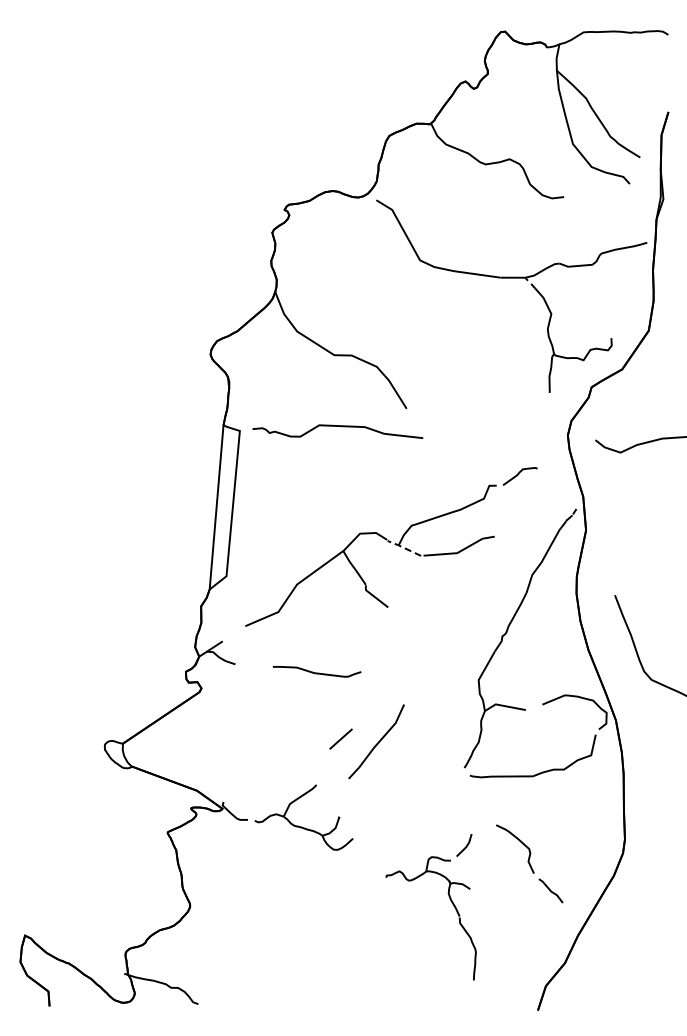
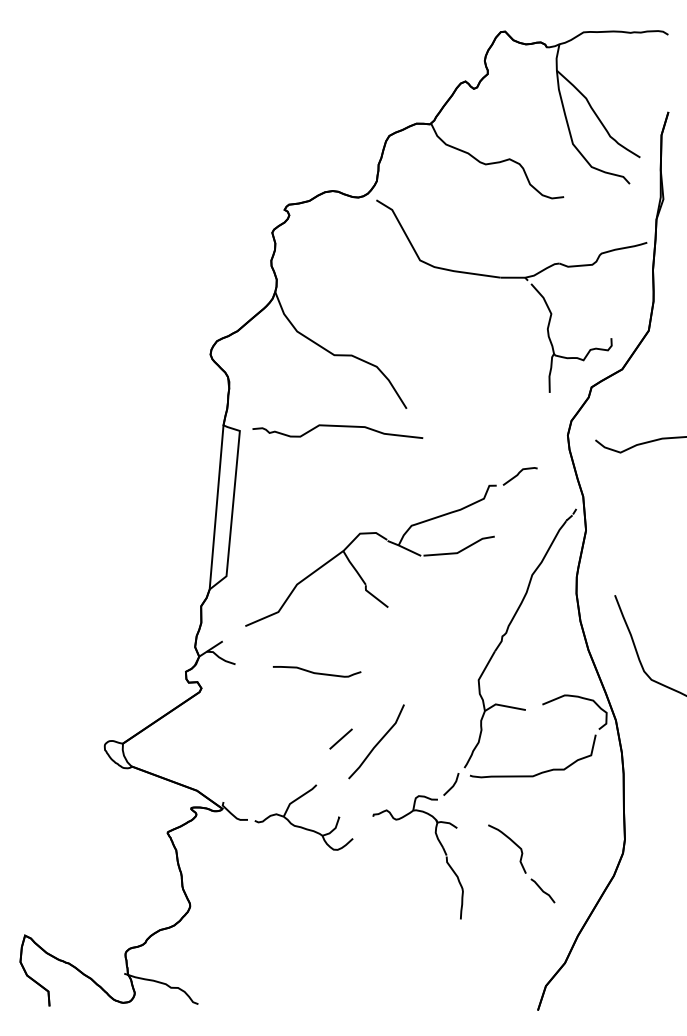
line at (404, 547): dashed -> solid
part at (529, 863) position: (529, 863) -> (521, 863)
part at (449, 899) position: (449, 899) -> (436, 838)
